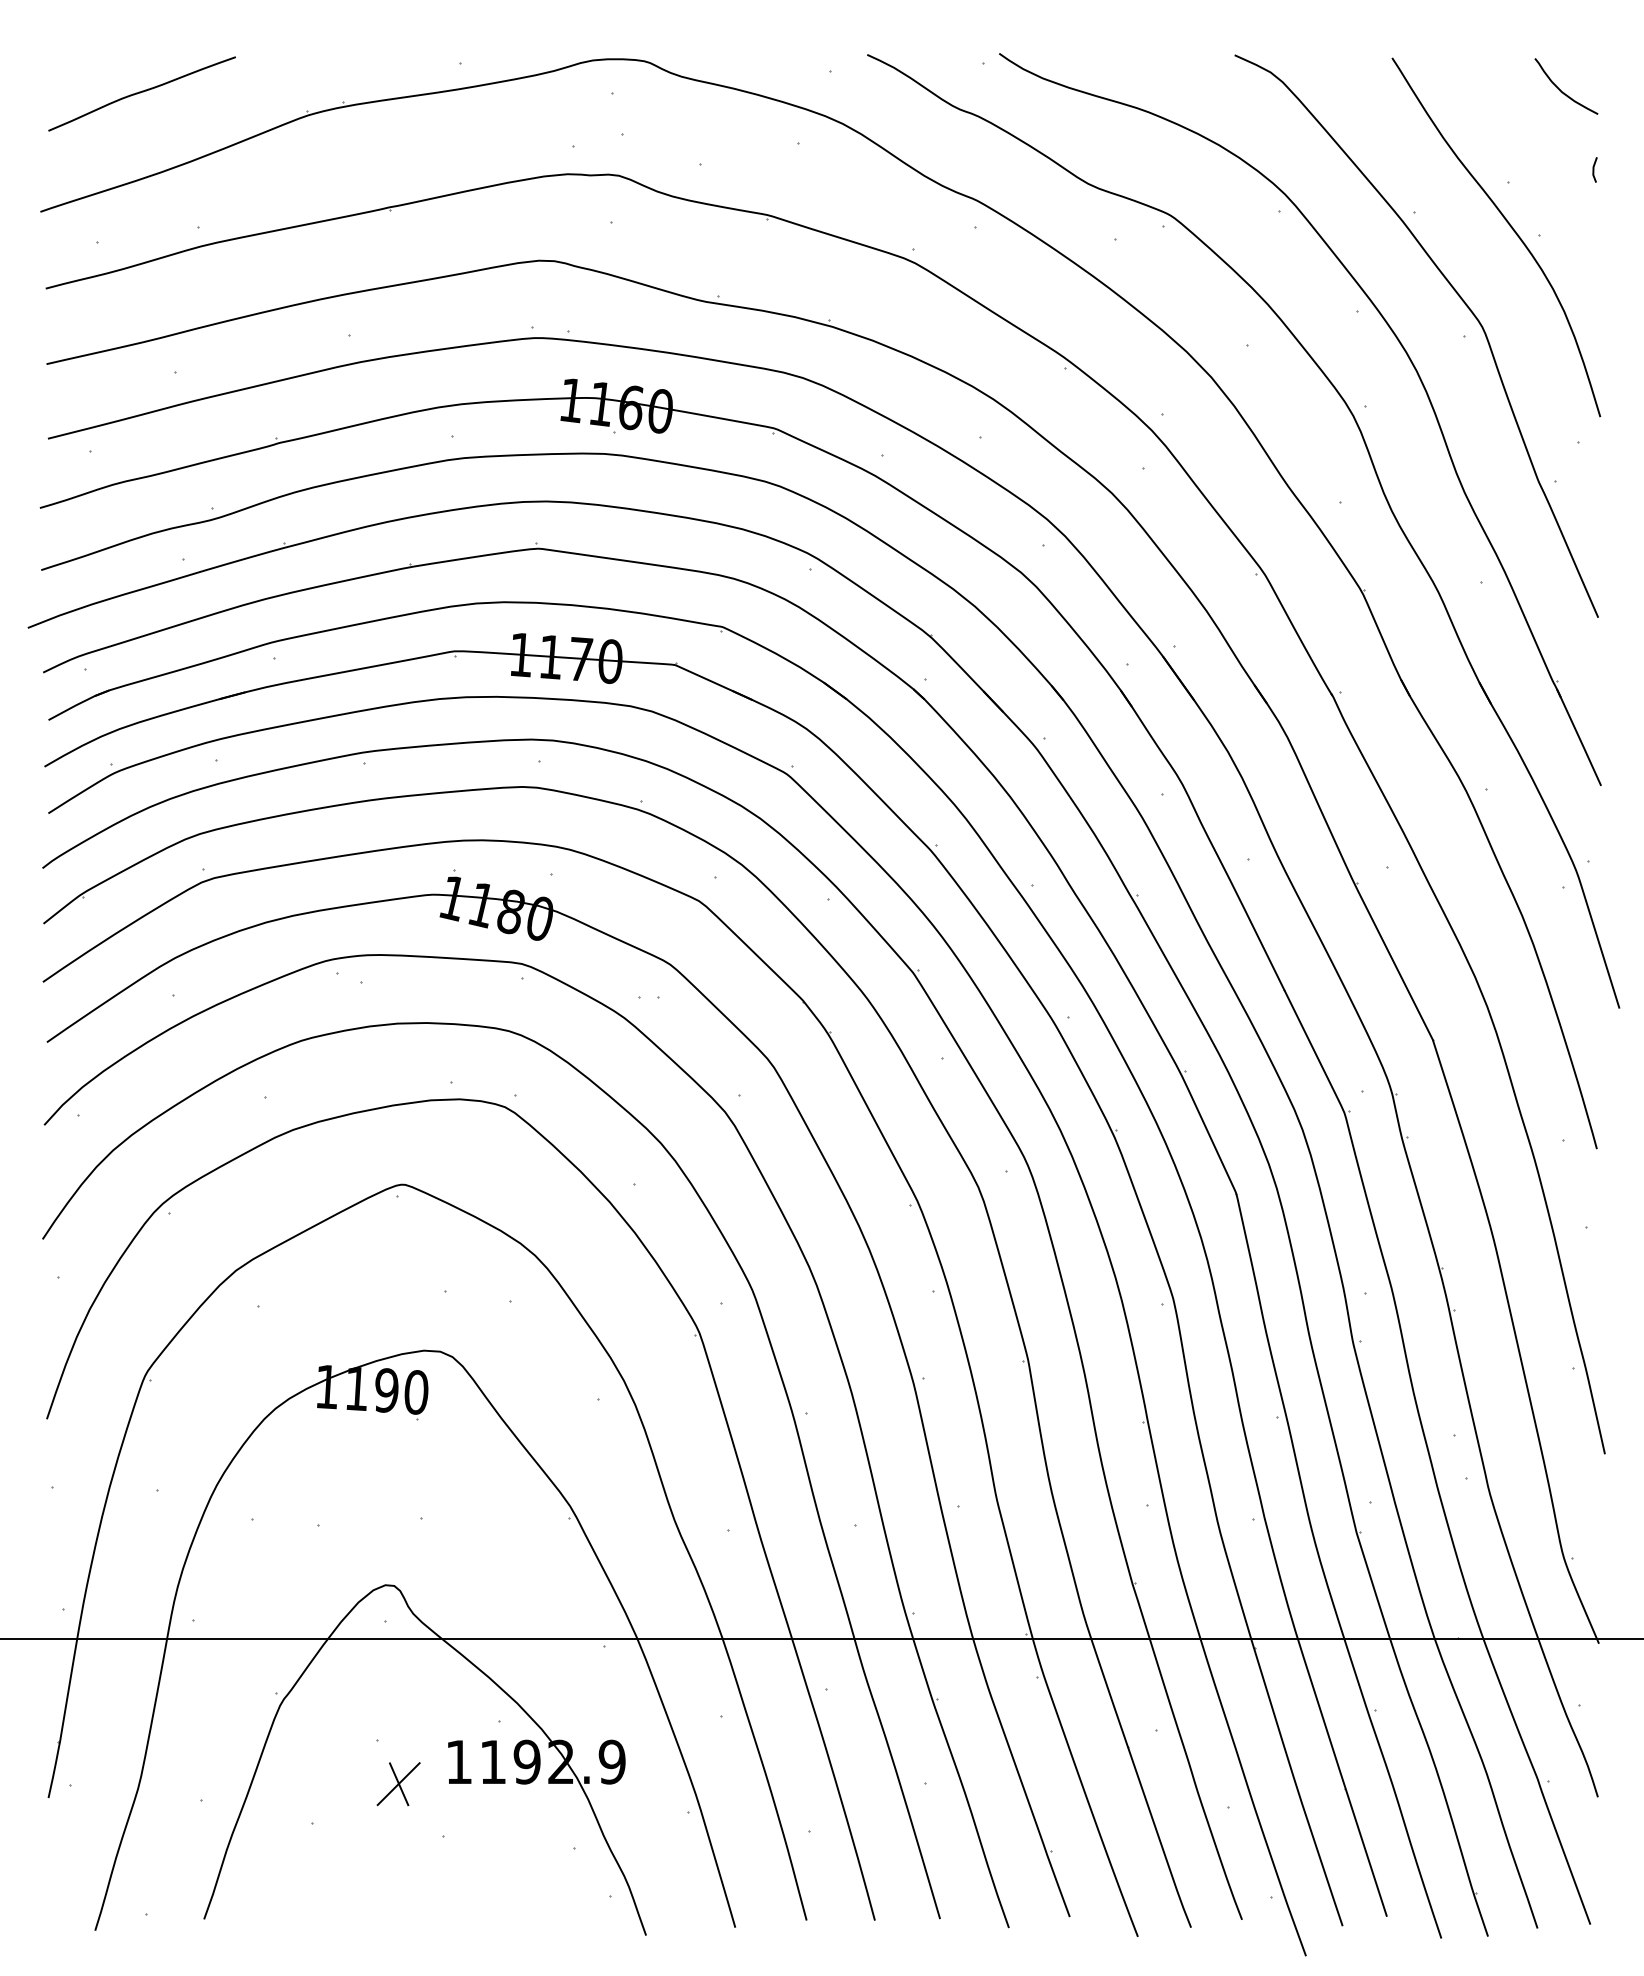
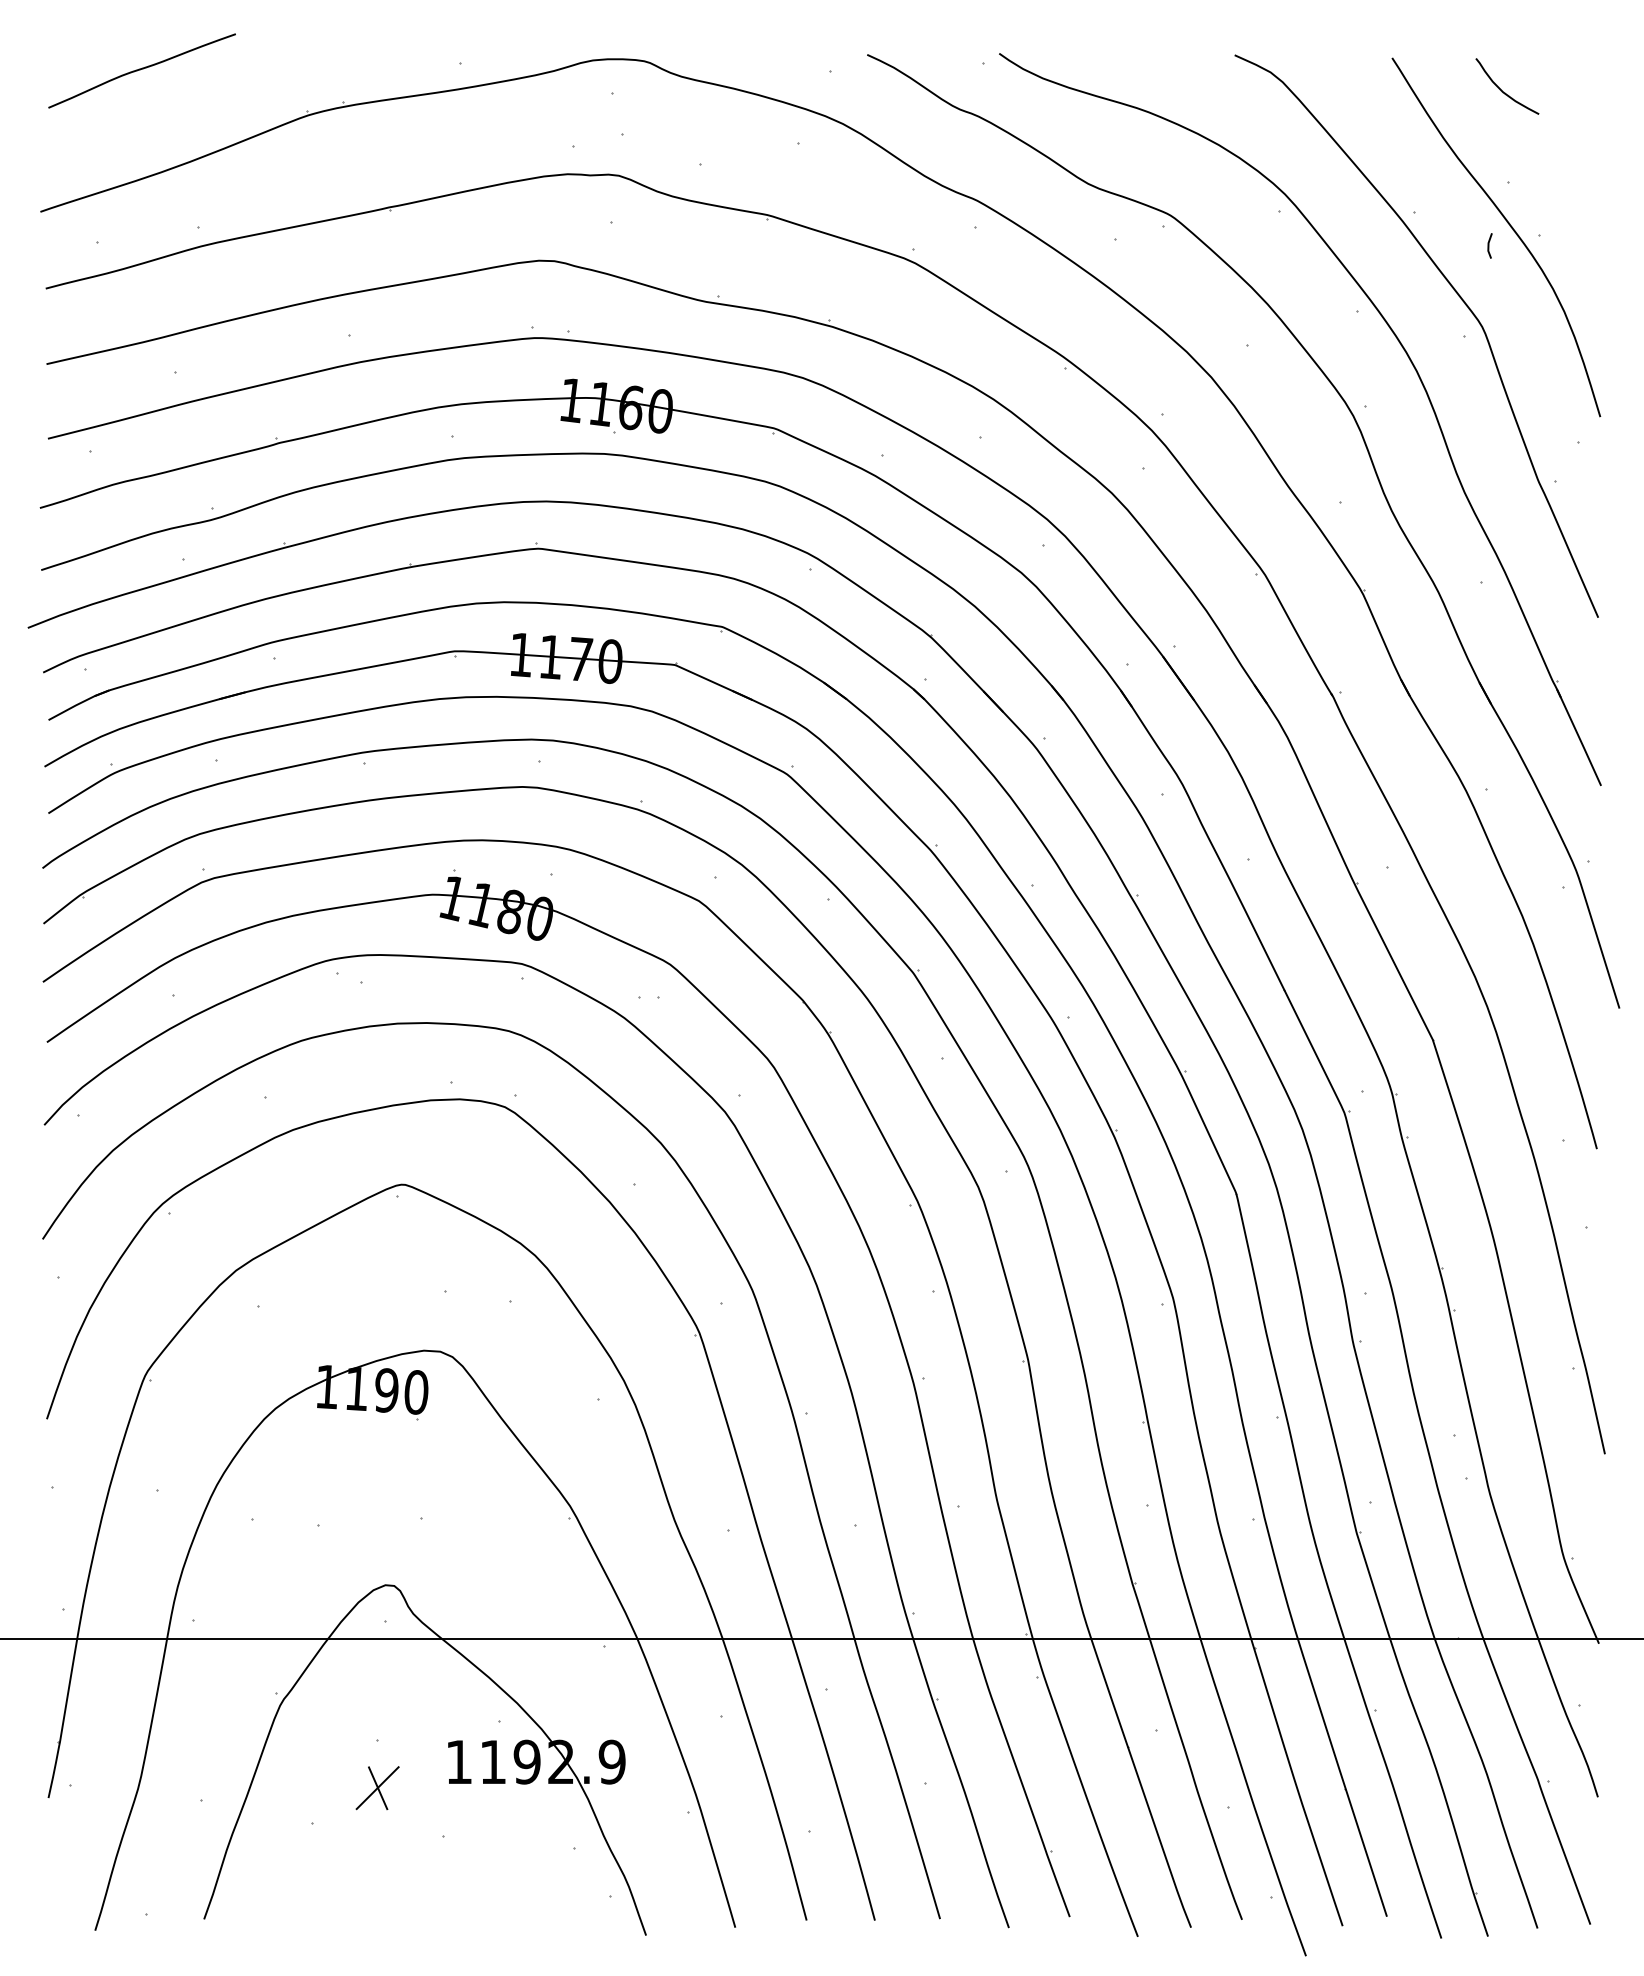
curve at (141, 92) position: (141, 92) -> (141, 69)
curve at (1564, 92) position: (1564, 92) -> (1505, 92)
line at (1594, 169) position: (1594, 169) -> (1489, 245)
part at (398, 1784) position: (398, 1784) -> (377, 1788)
